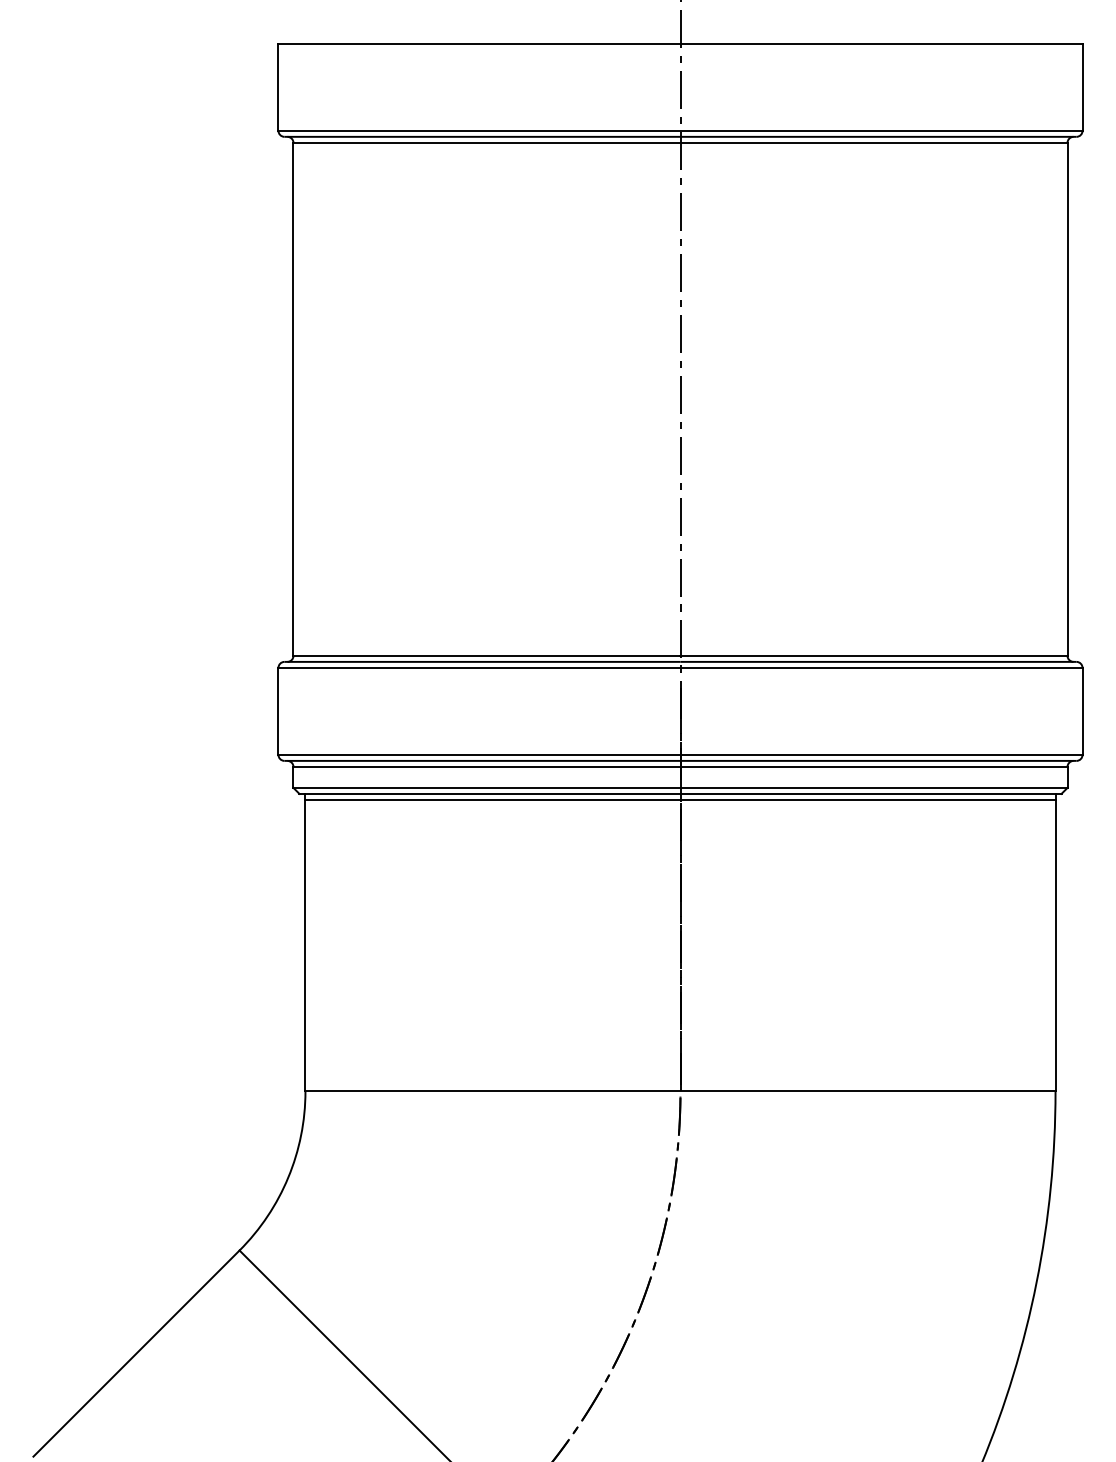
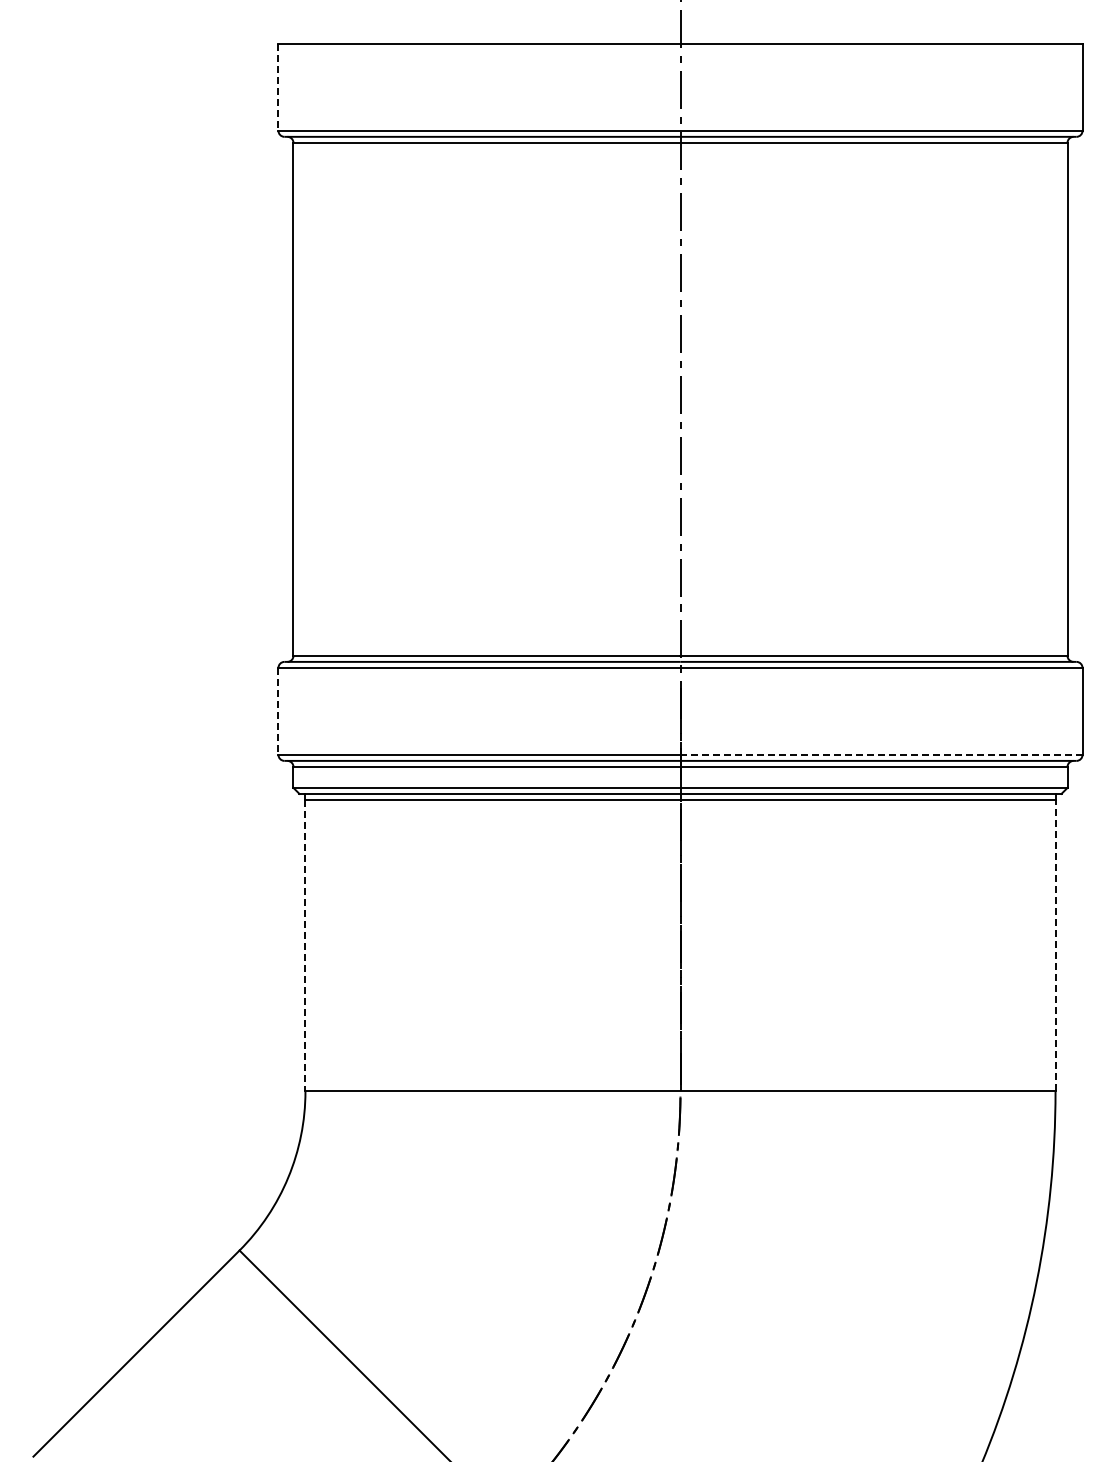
line at (278, 87): solid -> dashed
line at (278, 711): solid -> dashed
line at (881, 754): solid -> dashed
line at (305, 945): solid -> dashed
line at (1055, 945): solid -> dashed
